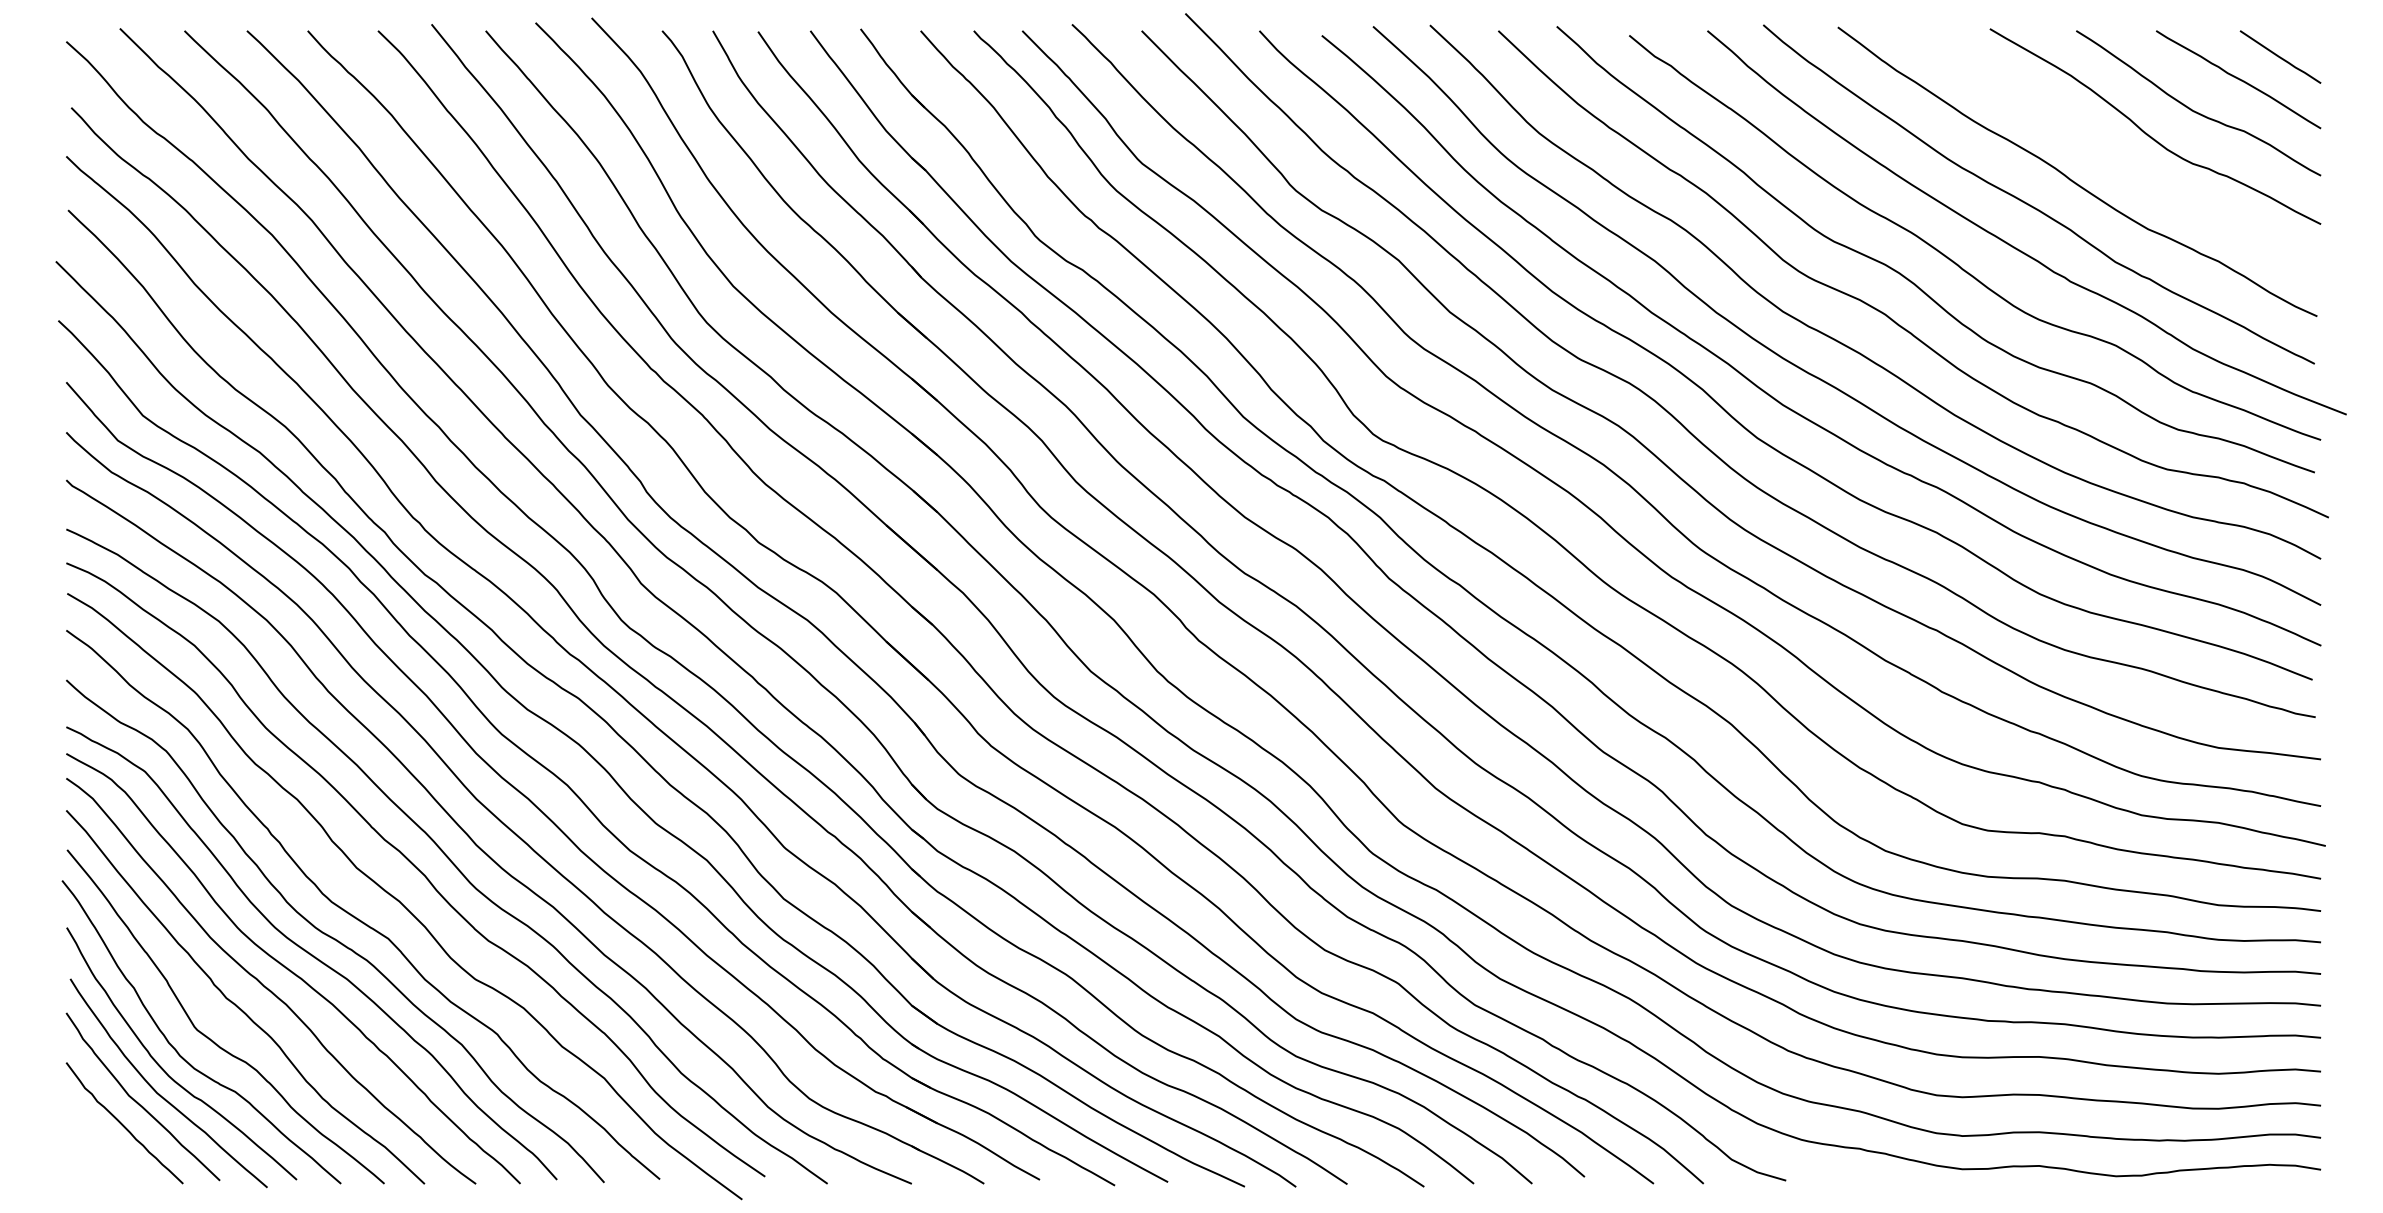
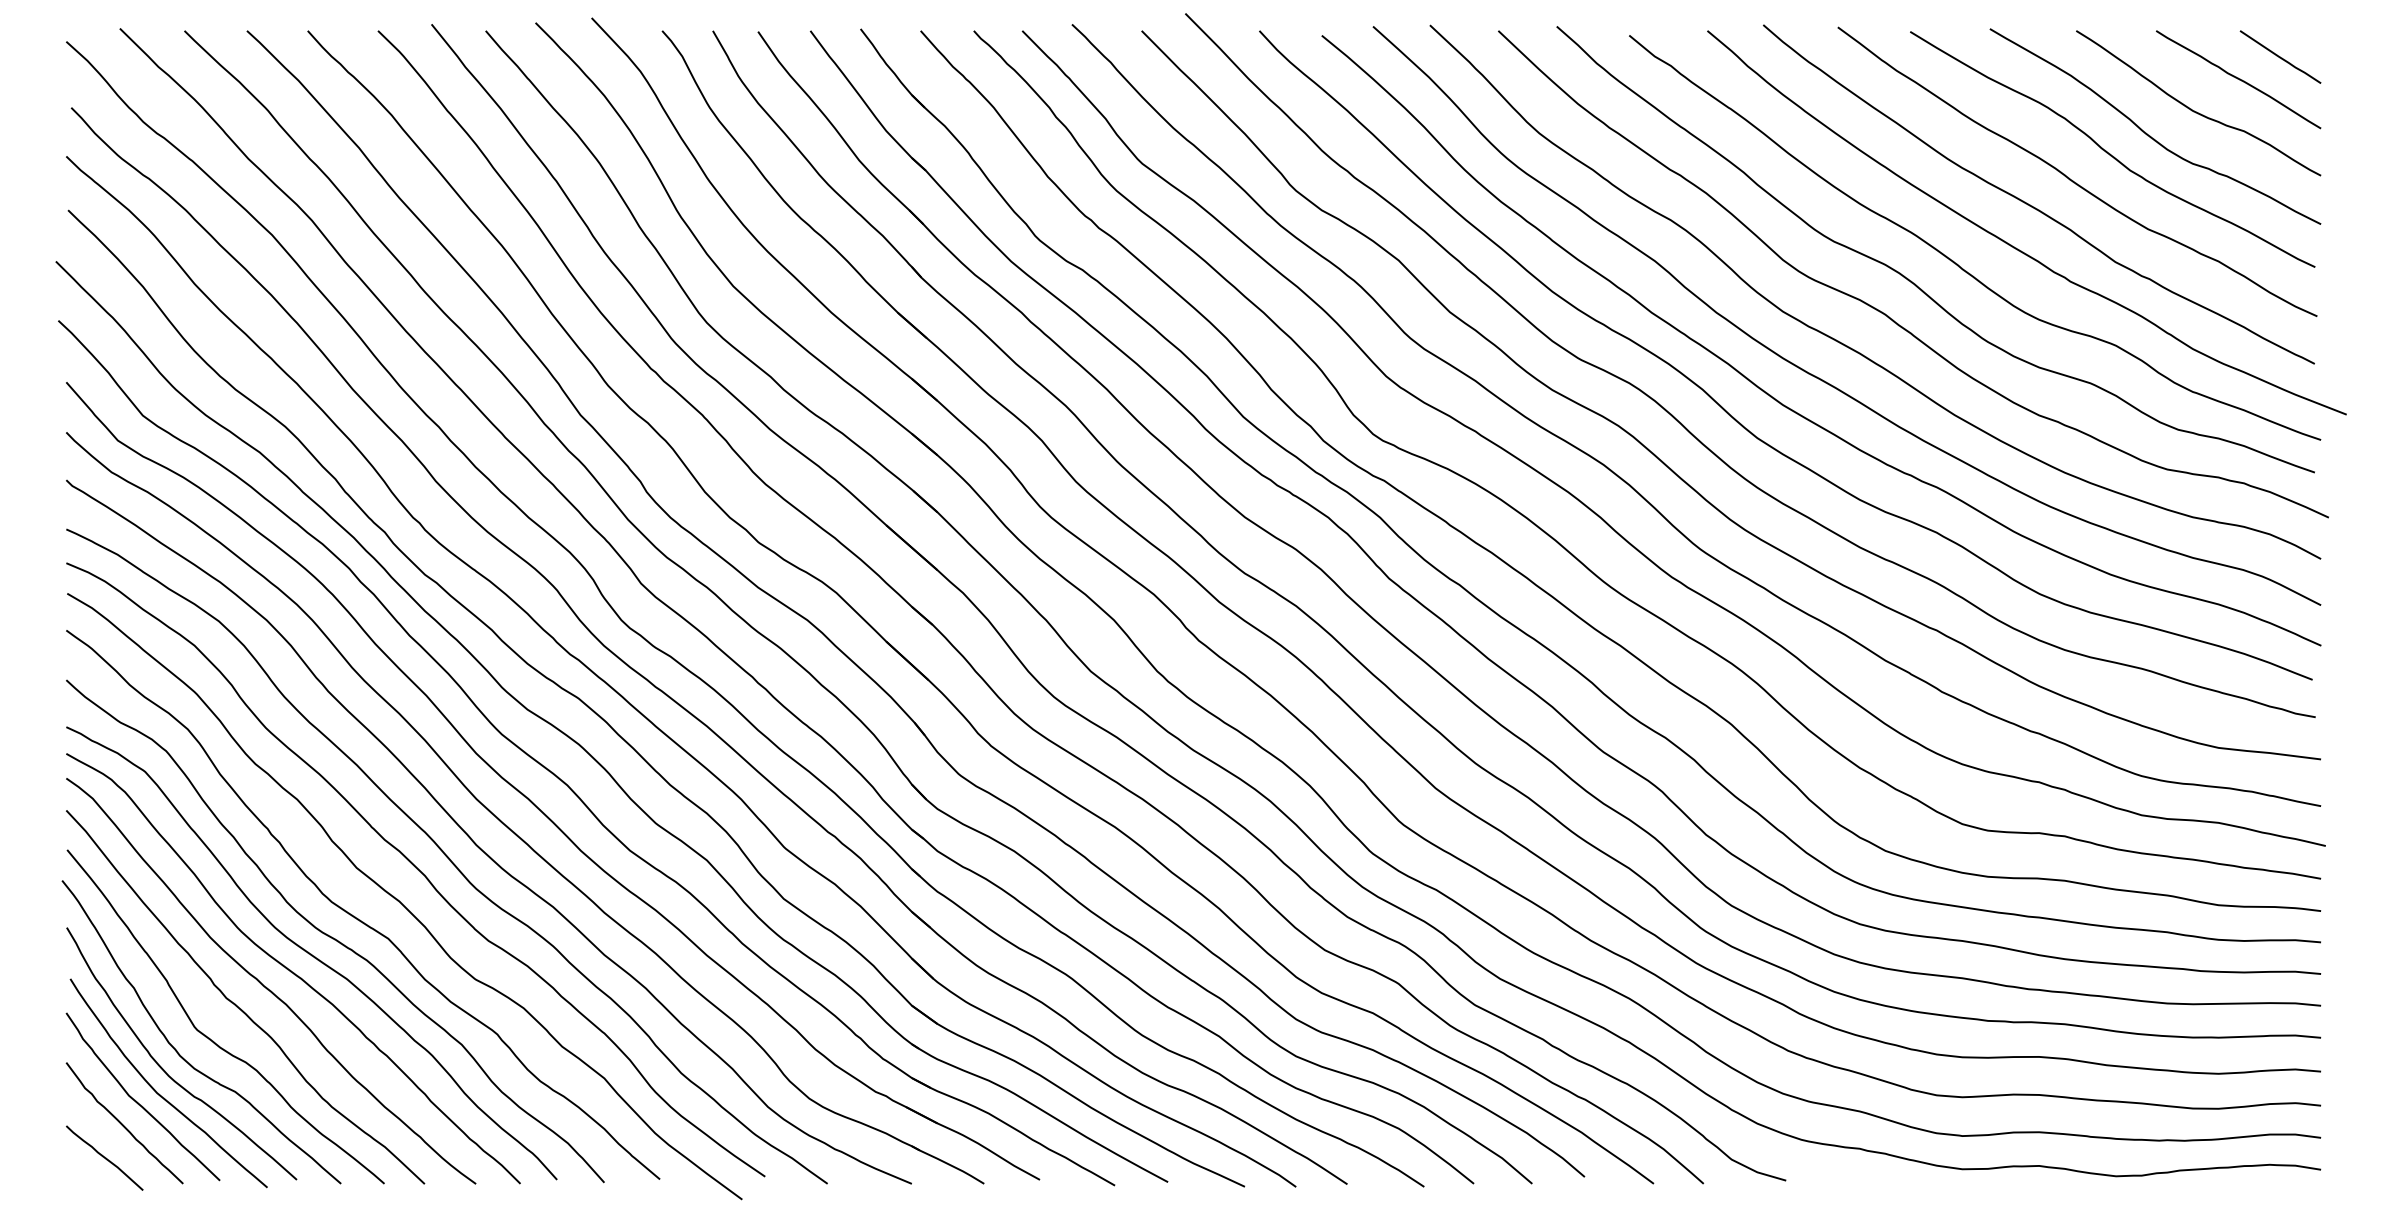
curve at (2110, 153): none -> present
curve at (104, 1157): none -> present
